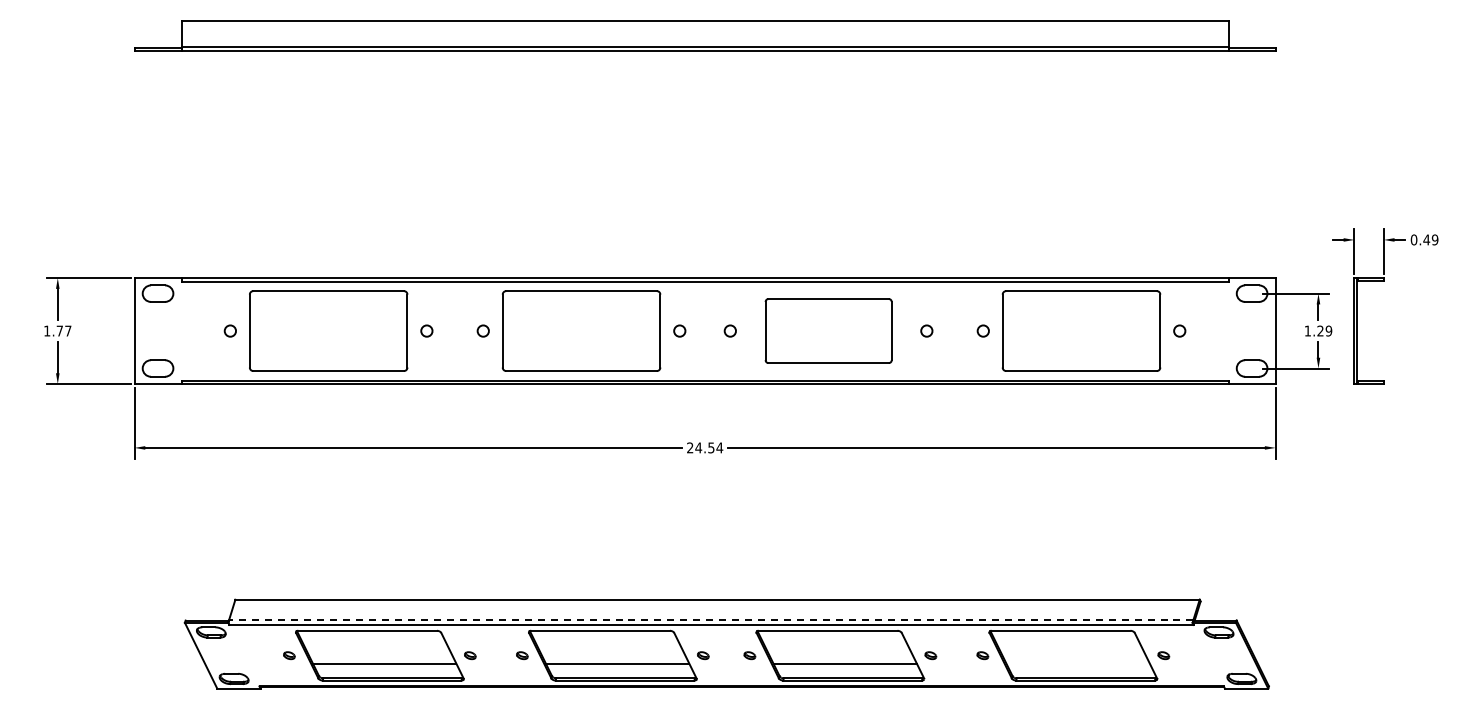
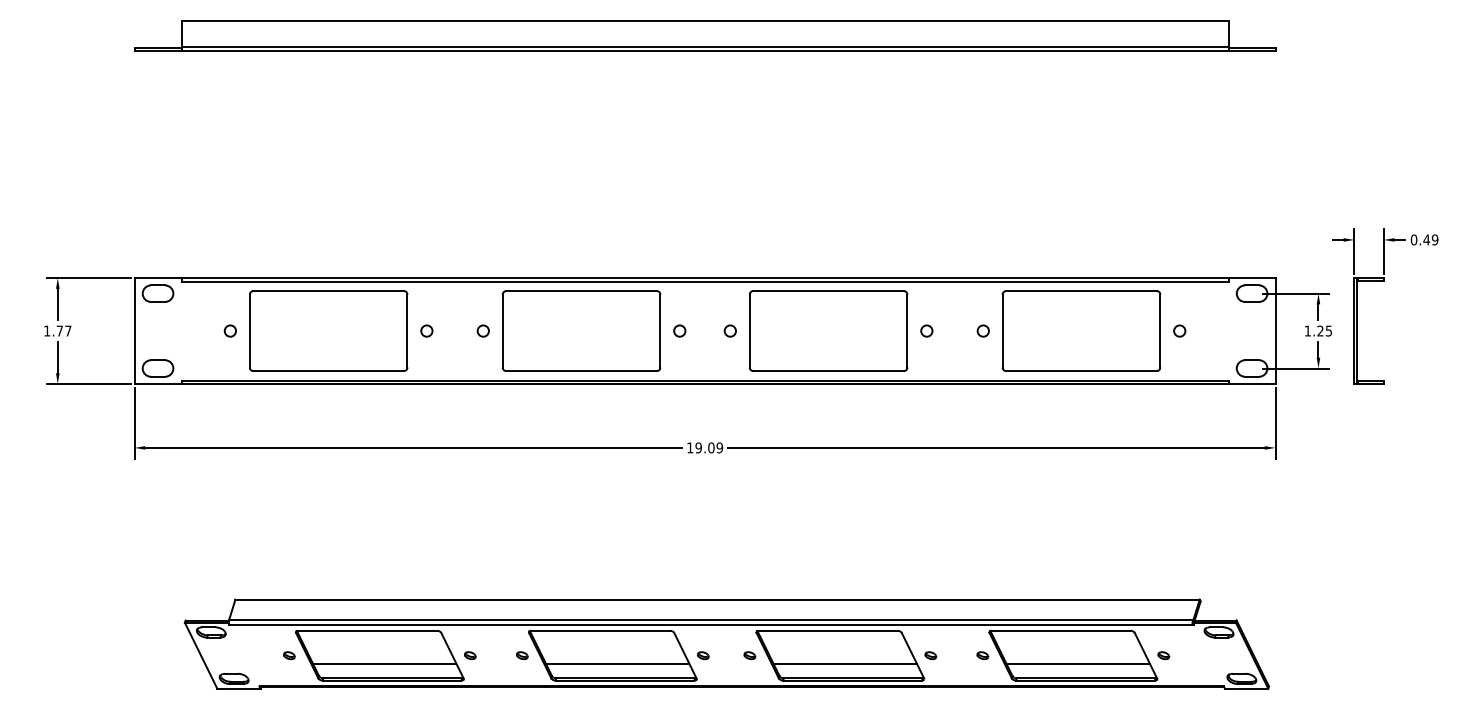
part at (828, 330) size: 129x66 px -> 160x82 px
text at (1328, 330): 1.29 -> 1.25
text at (705, 447): 24.54 -> 19.09
line at (710, 619): dashed -> solid
line at (1077, 663): none -> present
